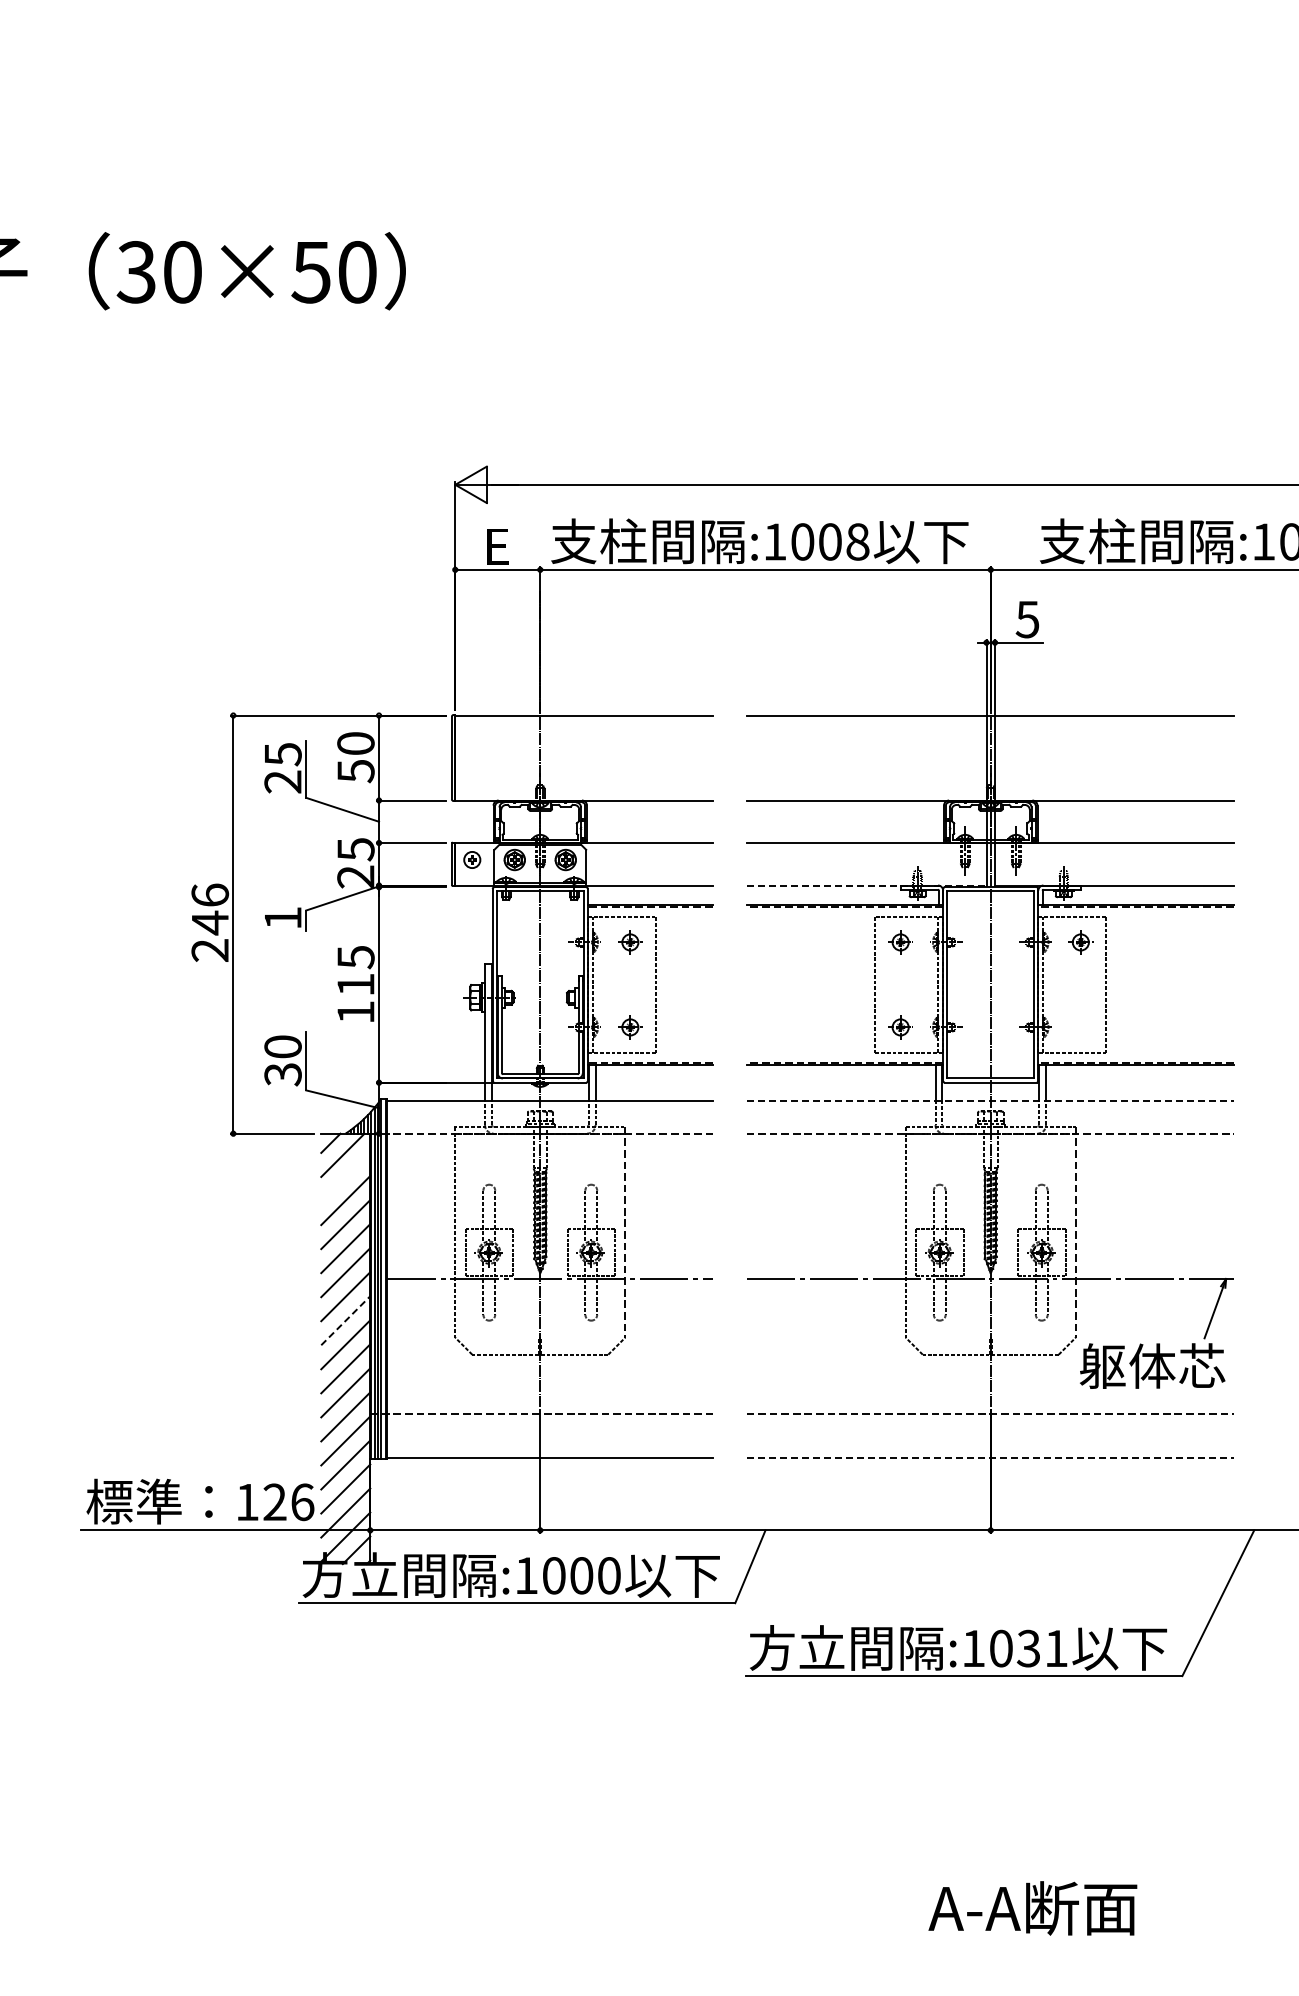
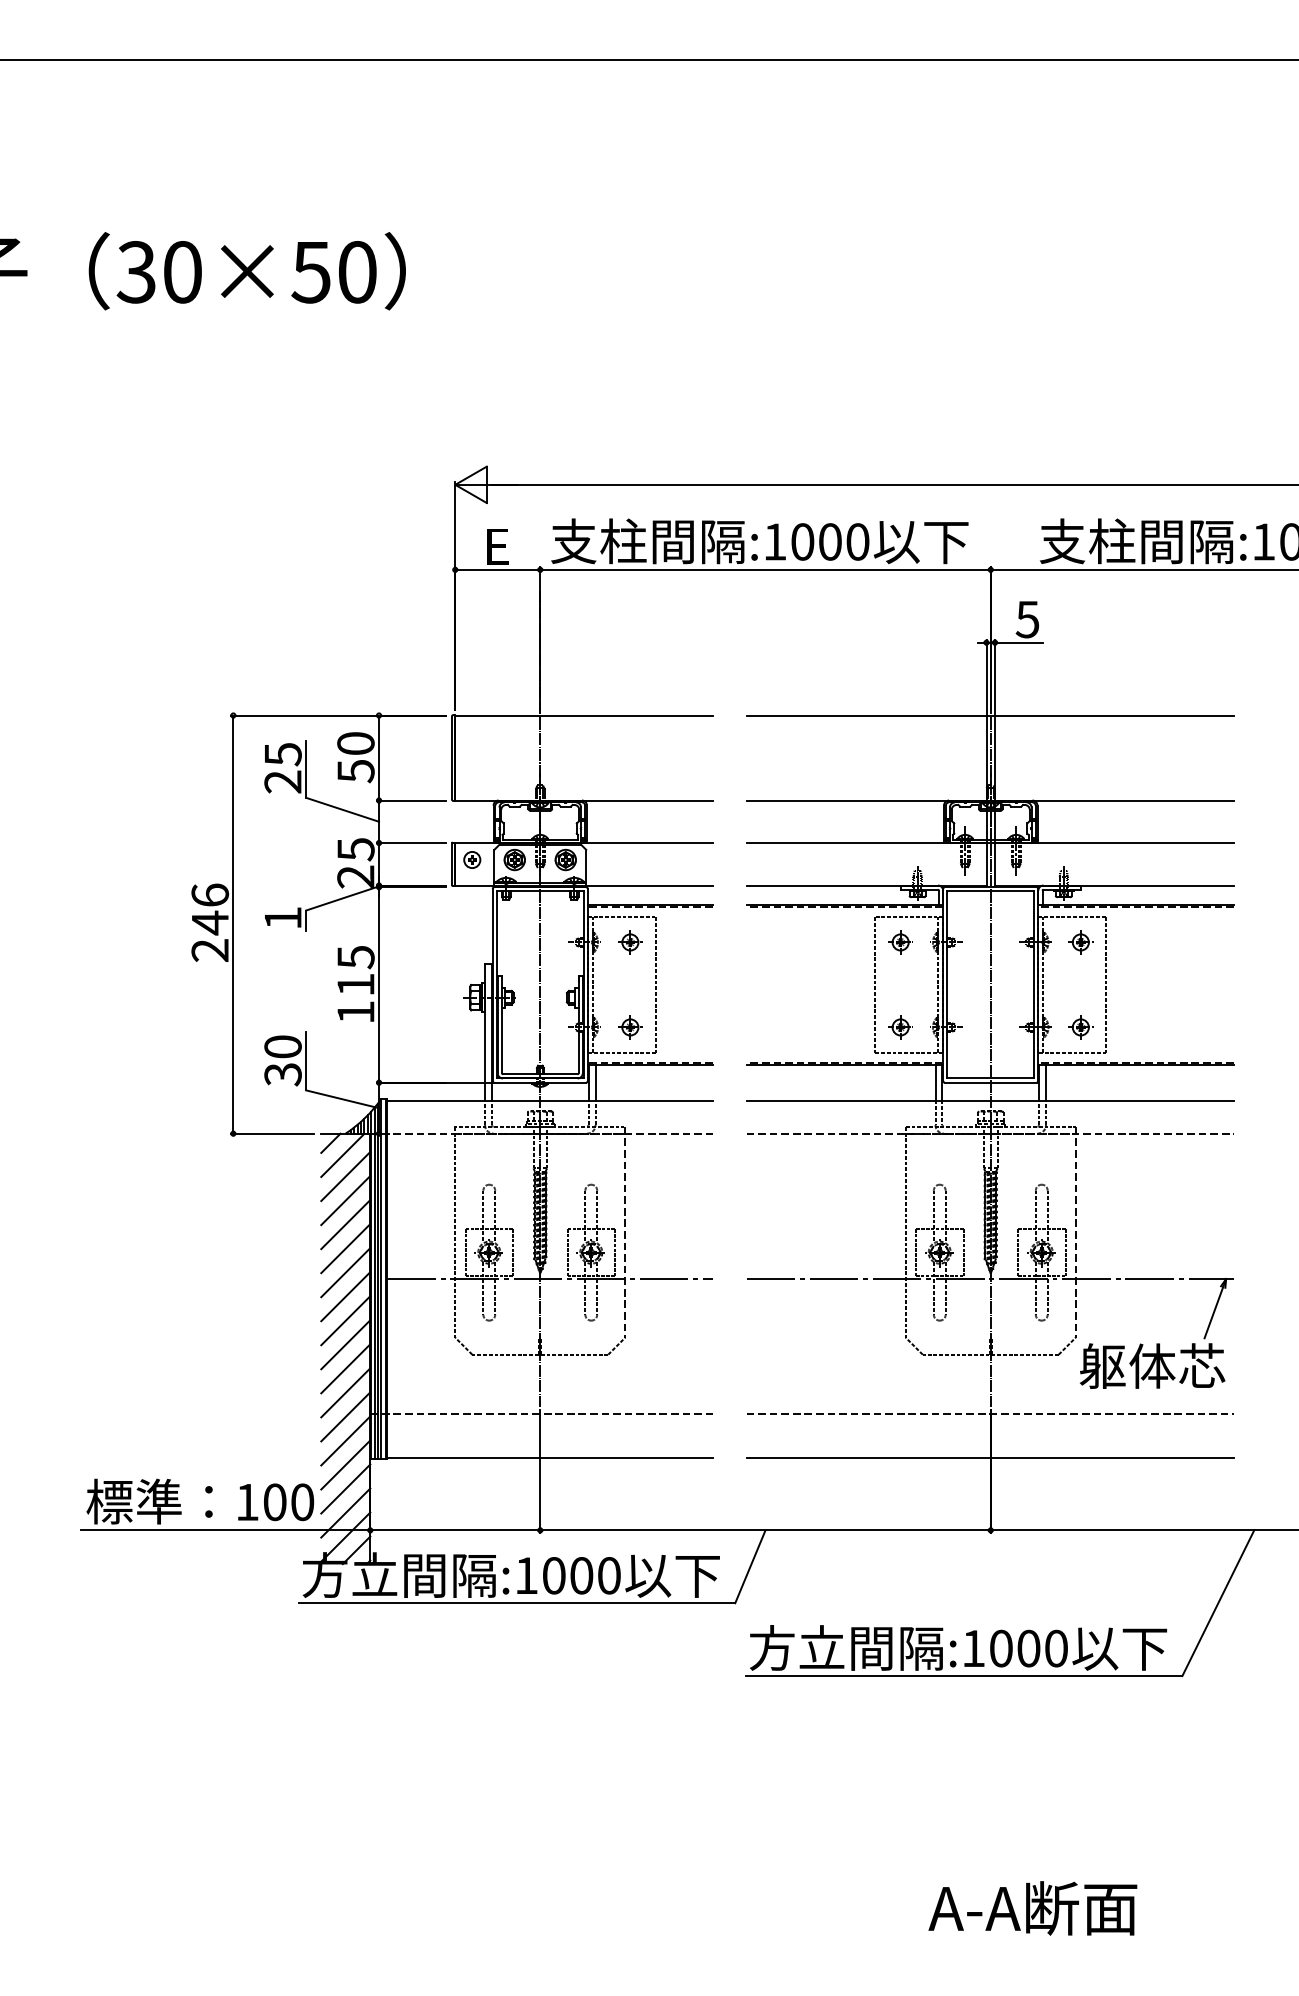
line at (648, 59): none -> present
text at (857, 541): :1008 -> :1000
line at (866, 885): dashed -> solid
part at (1080, 1027): none -> present
line at (990, 1100): dashed -> solid
line at (345, 1176): none -> present
line at (345, 1320): dashed -> solid
line at (990, 1457): dashed -> solid
text at (288, 1502): 126 -> 100
text at (1041, 1648): :1031 -> :1000
